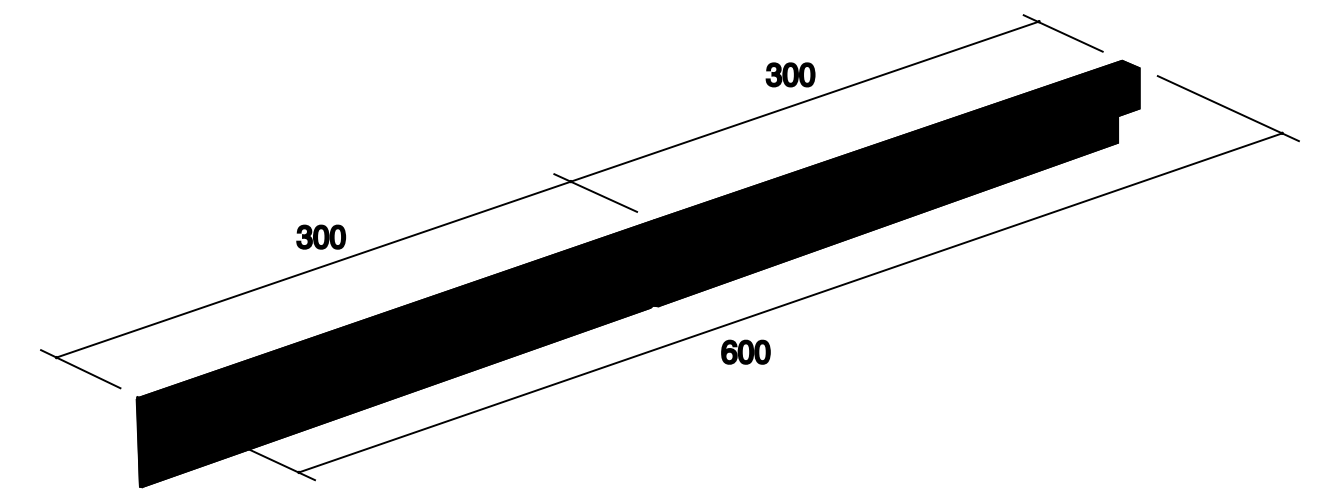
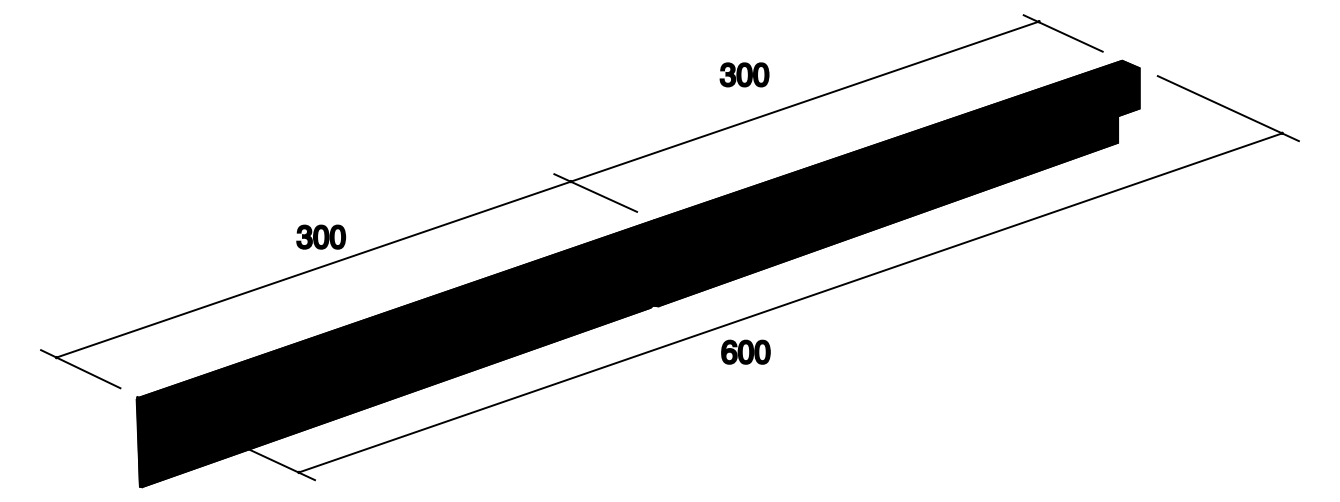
part at (790, 74) position: (790, 74) -> (744, 74)
